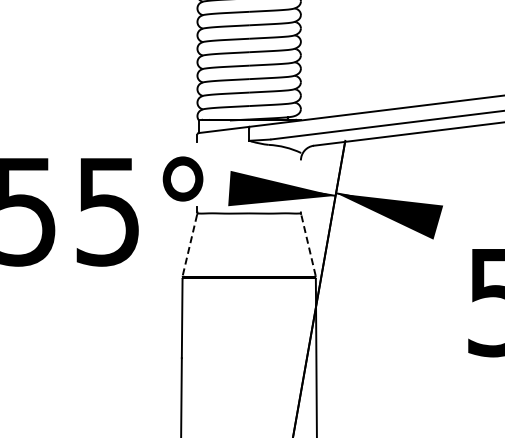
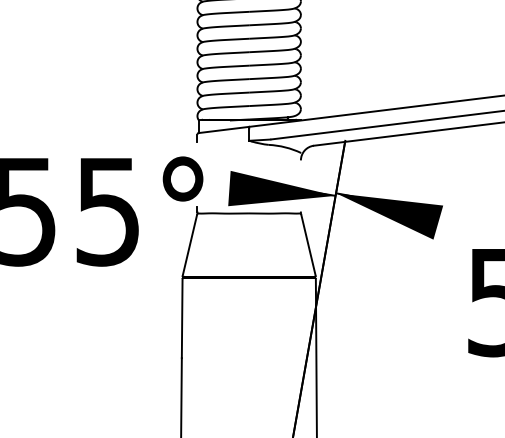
line at (308, 244): dashed -> solid
line at (189, 245): dashed -> solid
